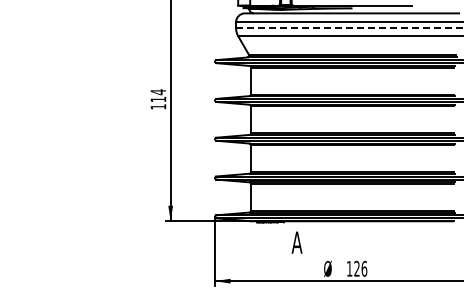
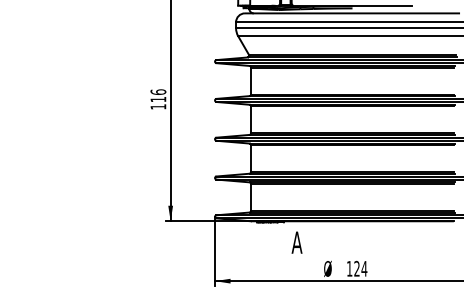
line at (350, 28): dashed -> solid
text at (158, 92): 114 -> 116
text at (364, 268): 126 -> 124
